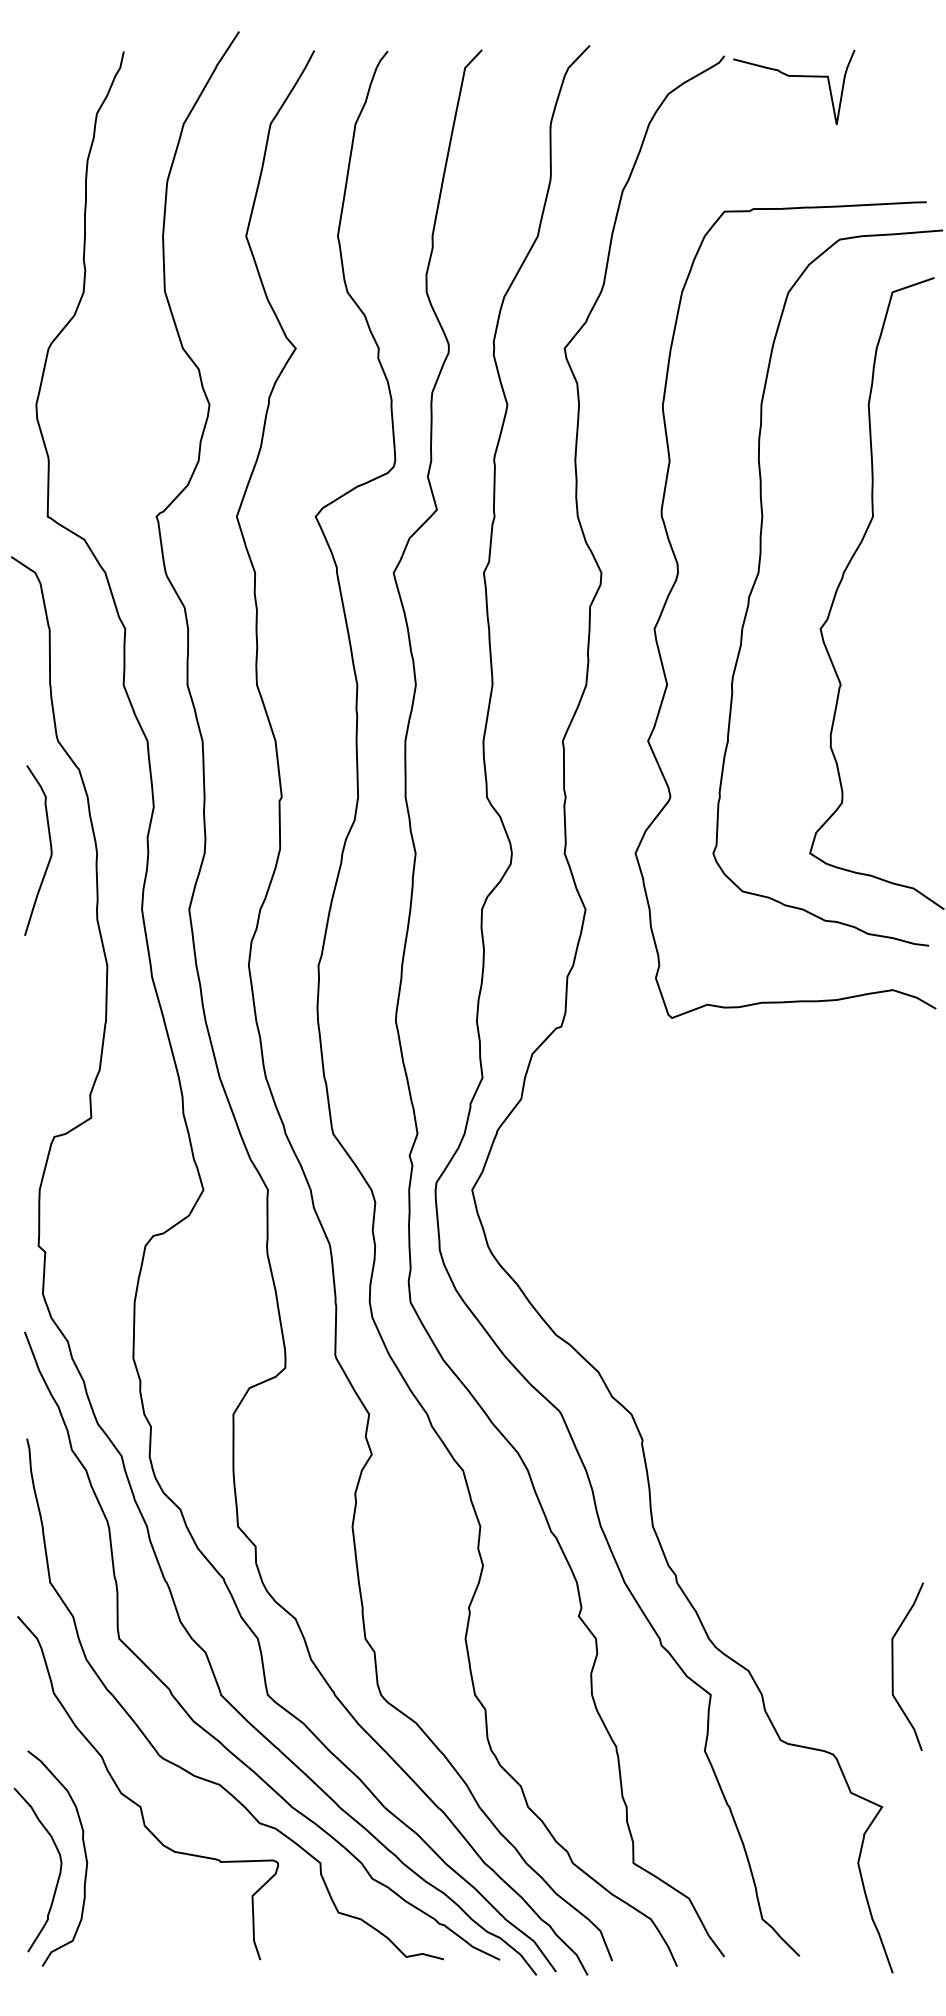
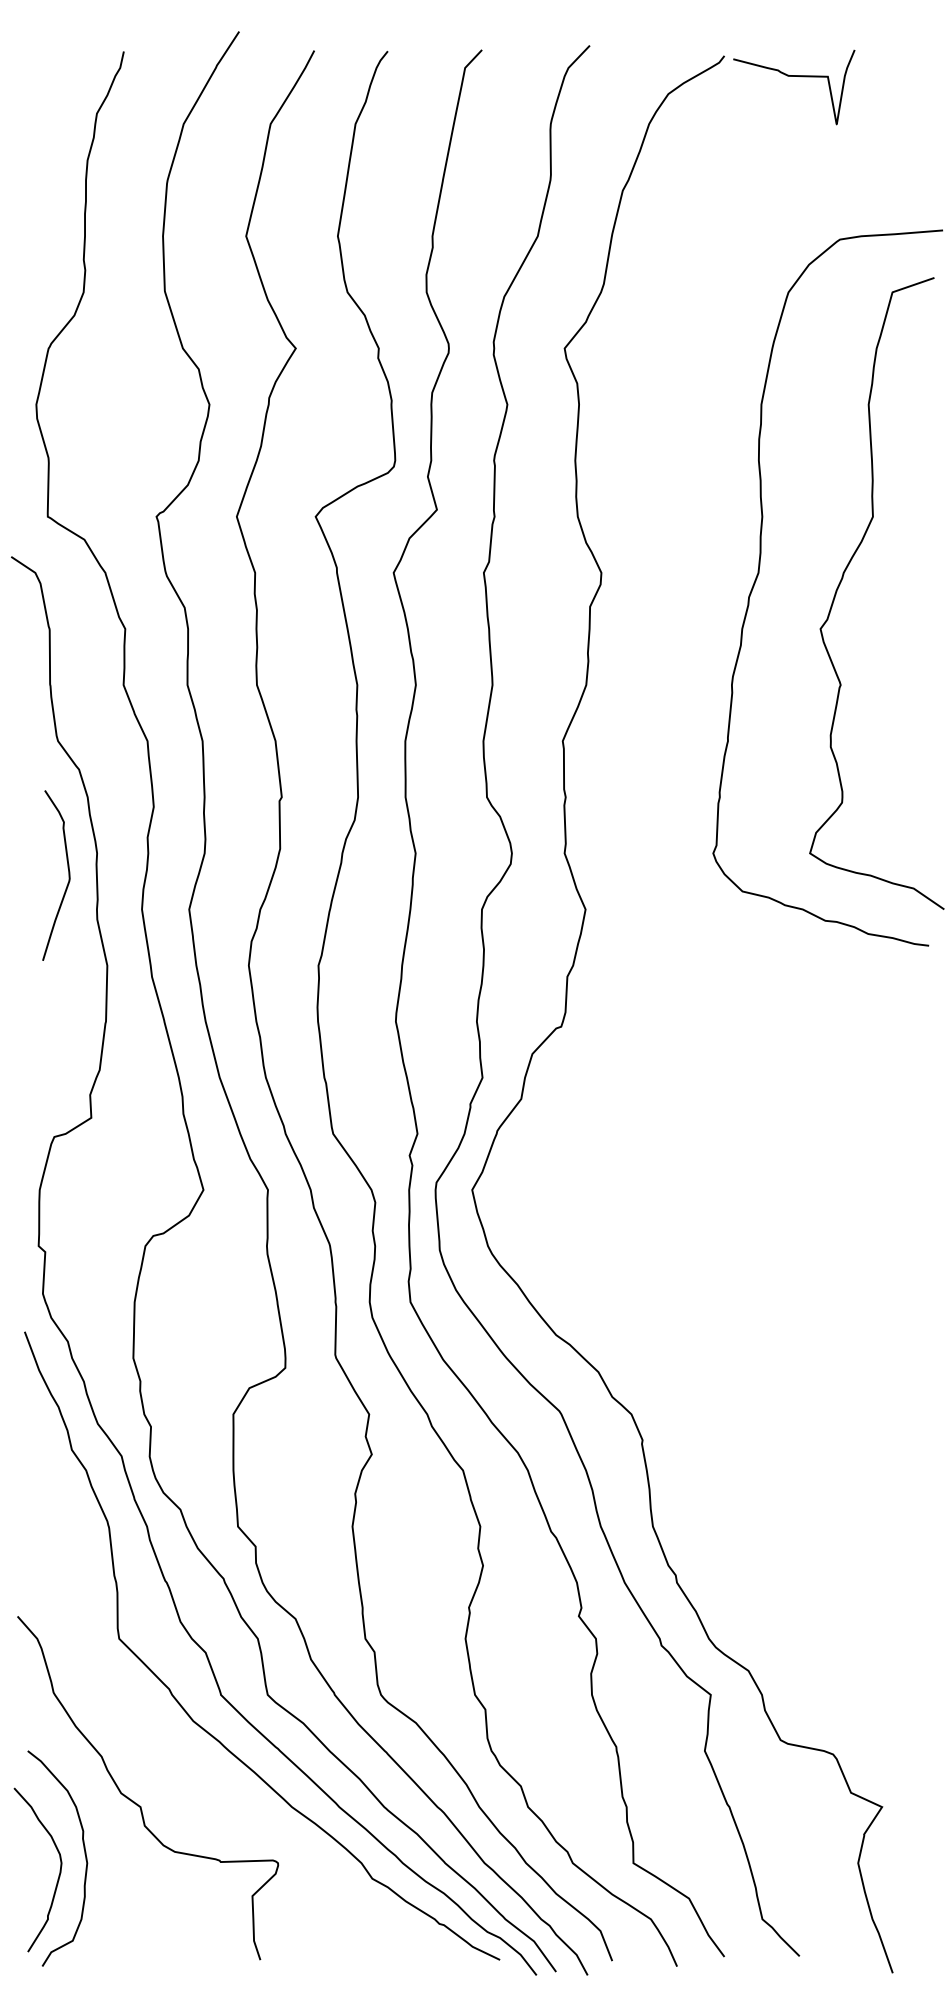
curve at (677, 579): present -> none
curve at (50, 850) position: (50, 850) -> (68, 875)
curve at (893, 1666): present -> none
curve at (205, 1778): present -> none
